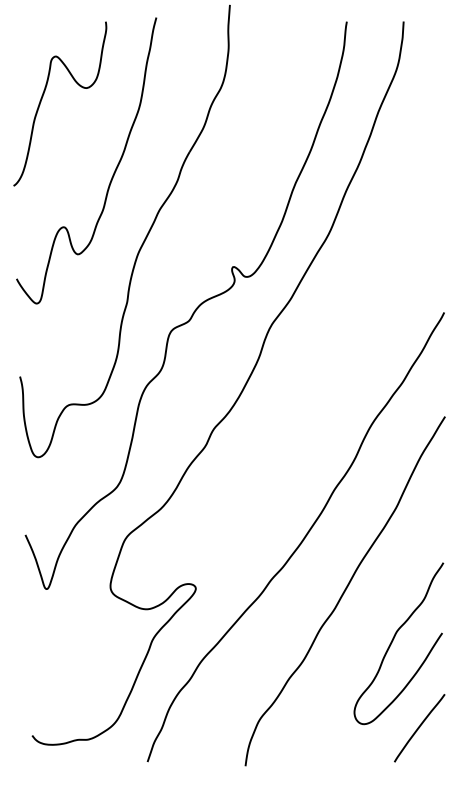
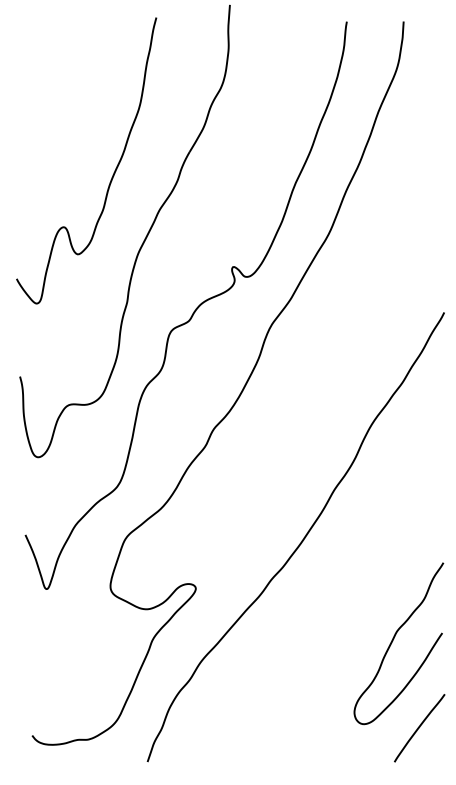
curve at (44, 94): present -> none
curve at (344, 591): present -> none
